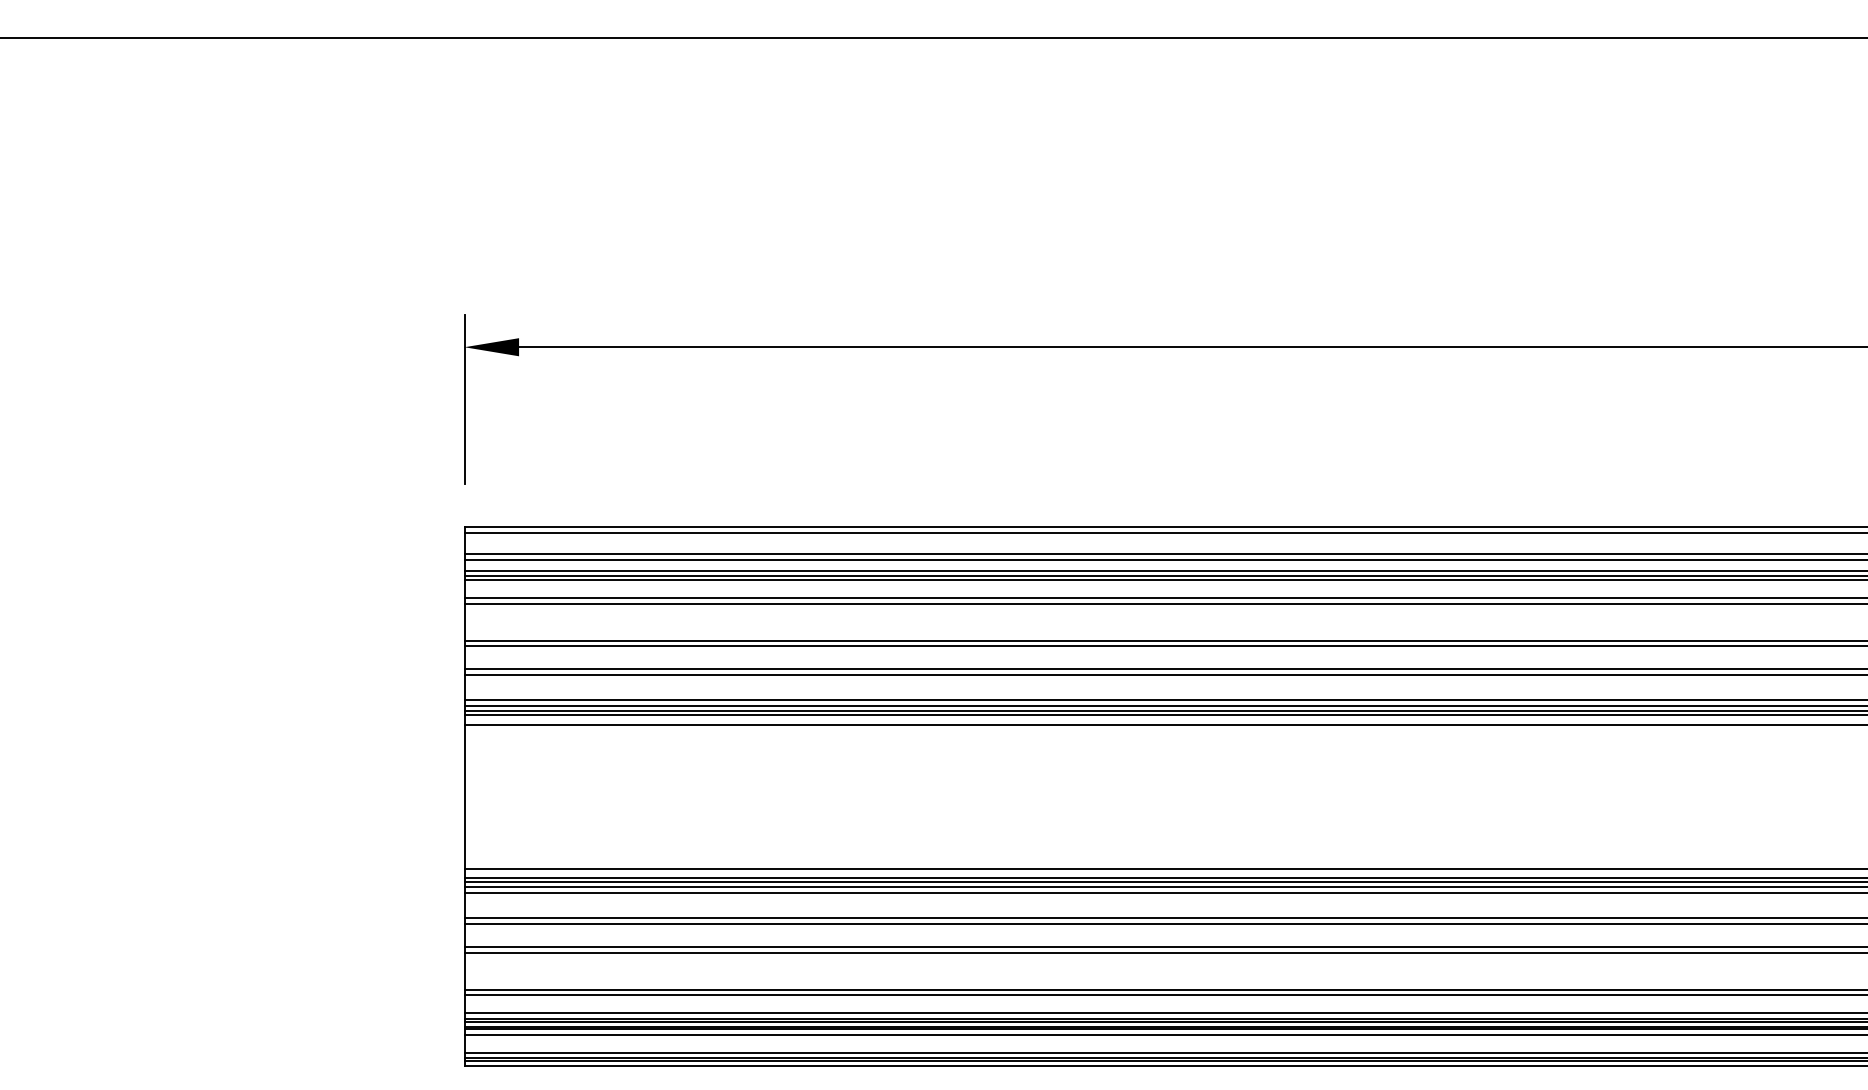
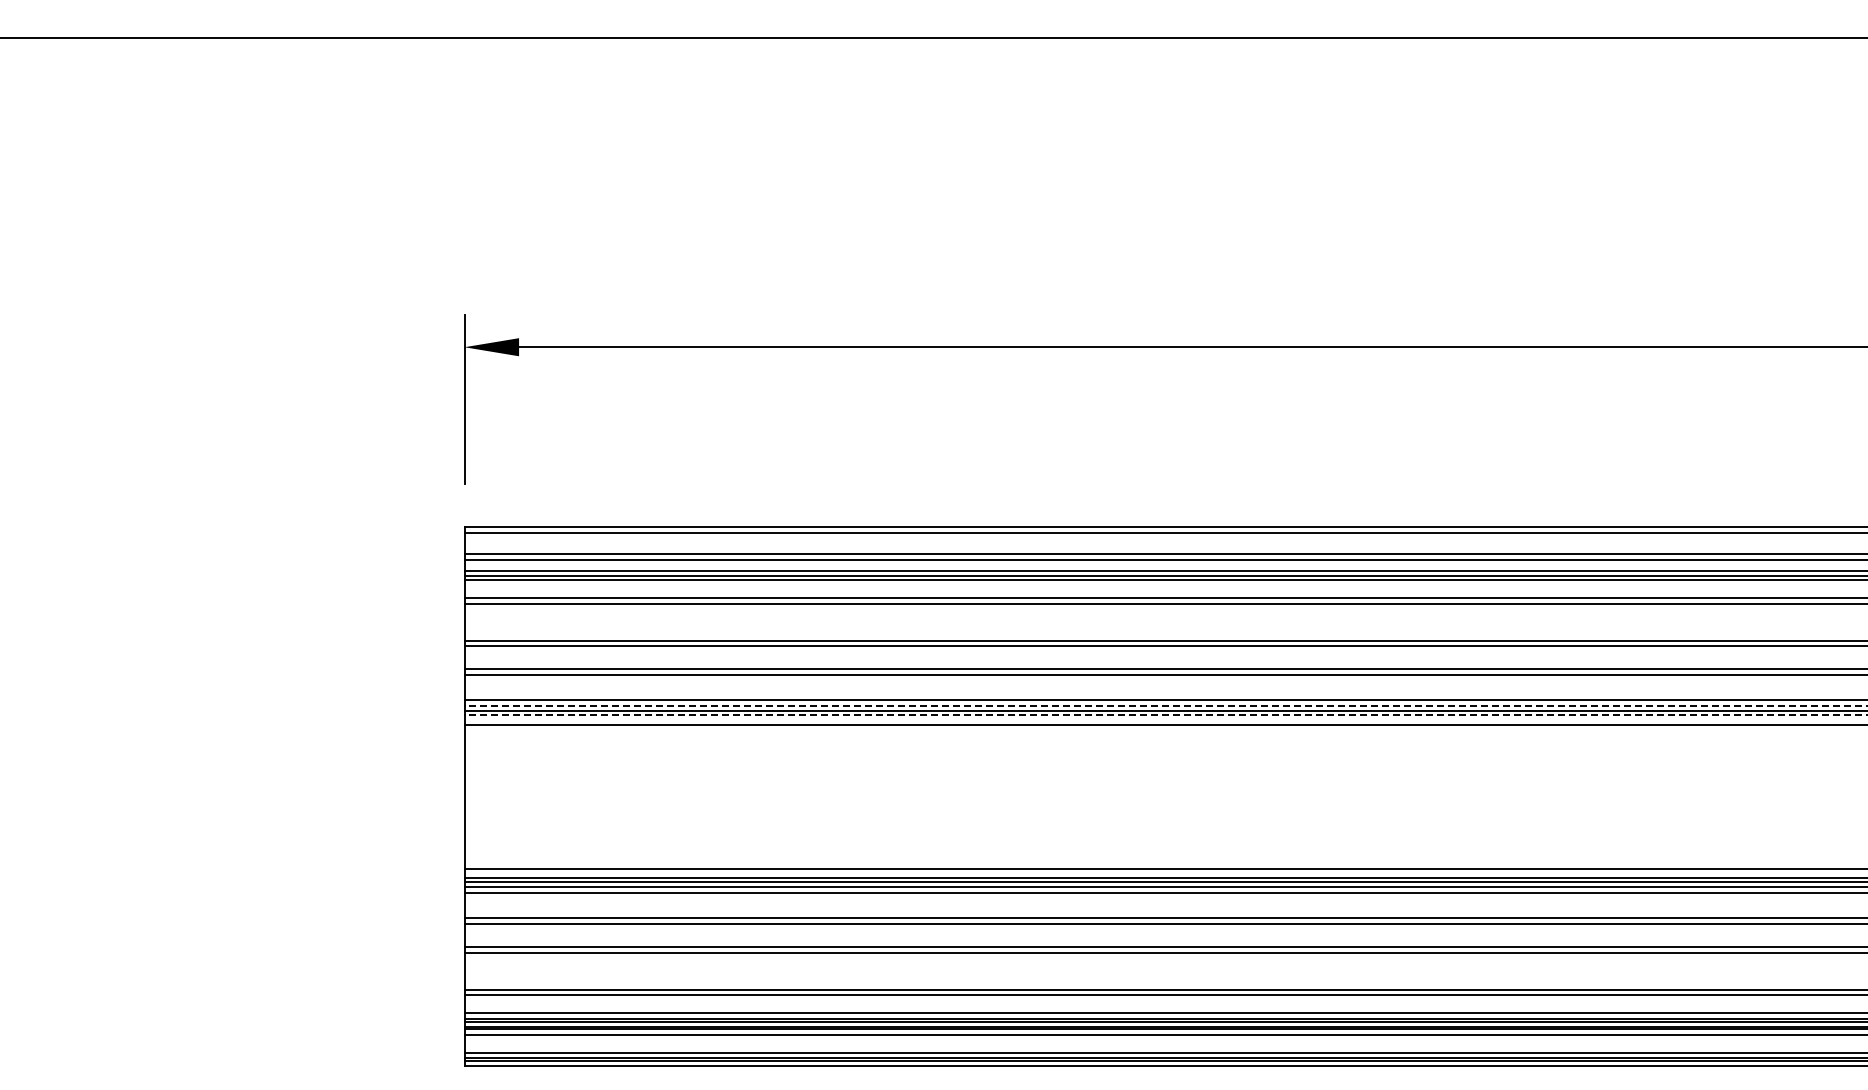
line at (1165, 705): solid -> dashed
line at (1165, 715): solid -> dashed
